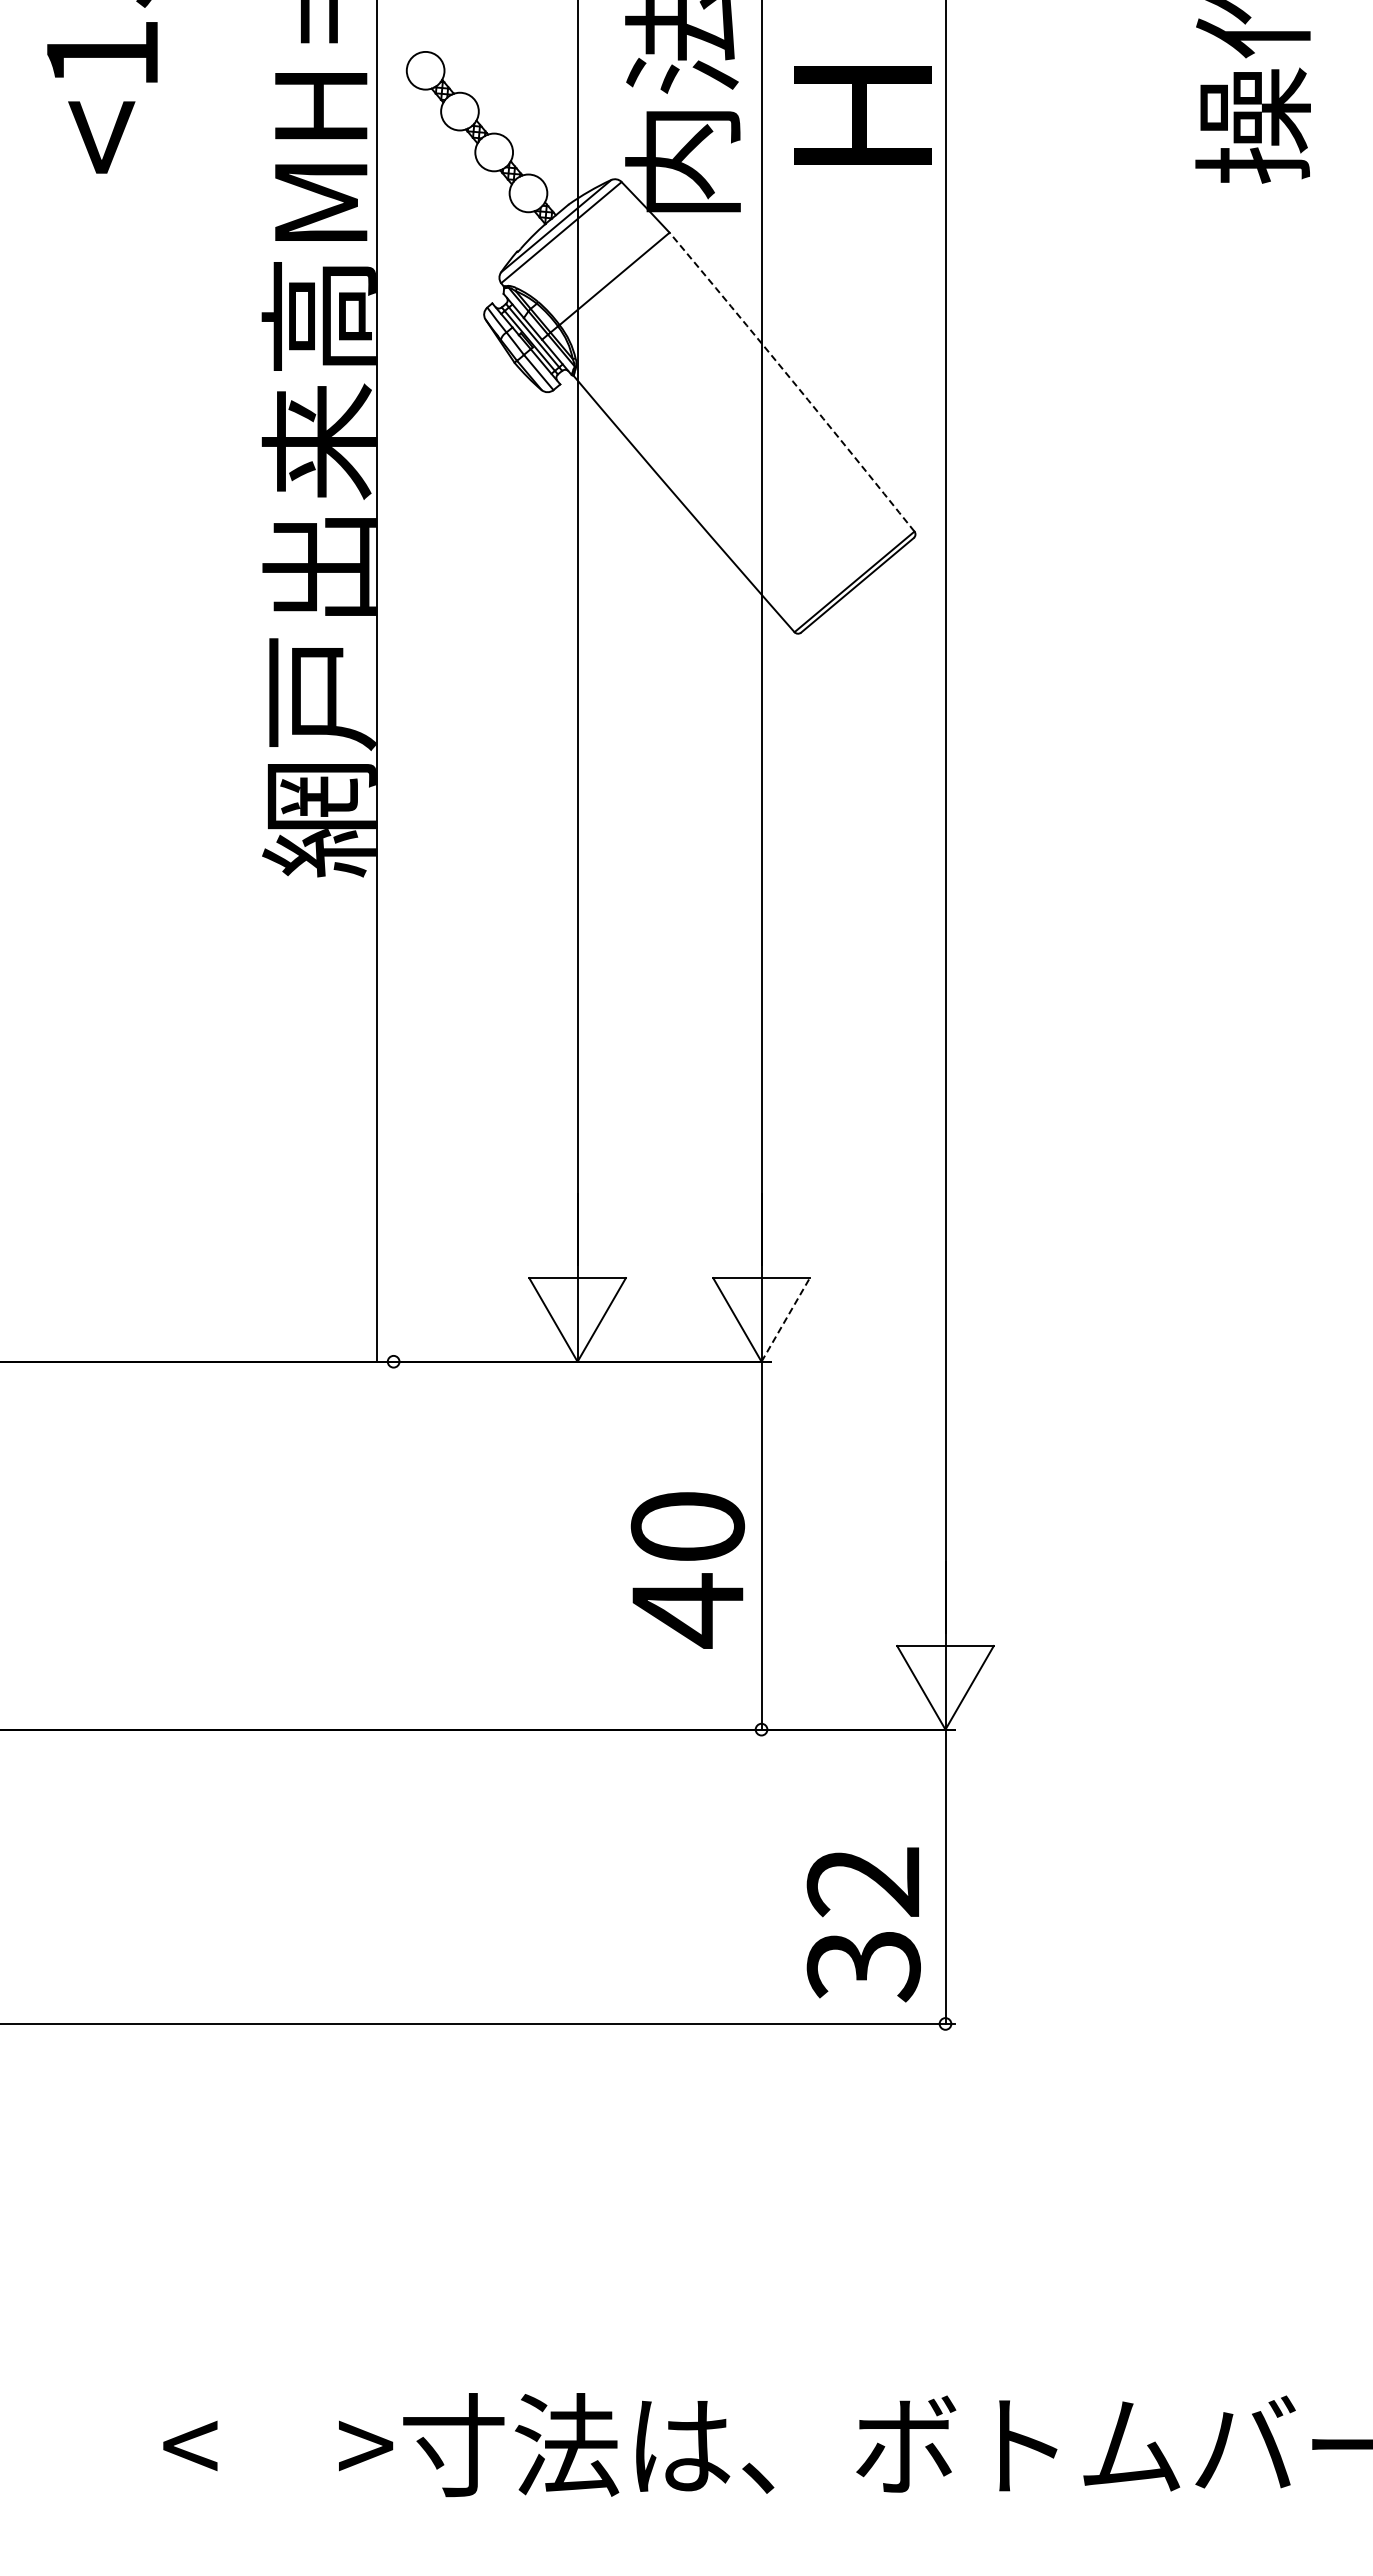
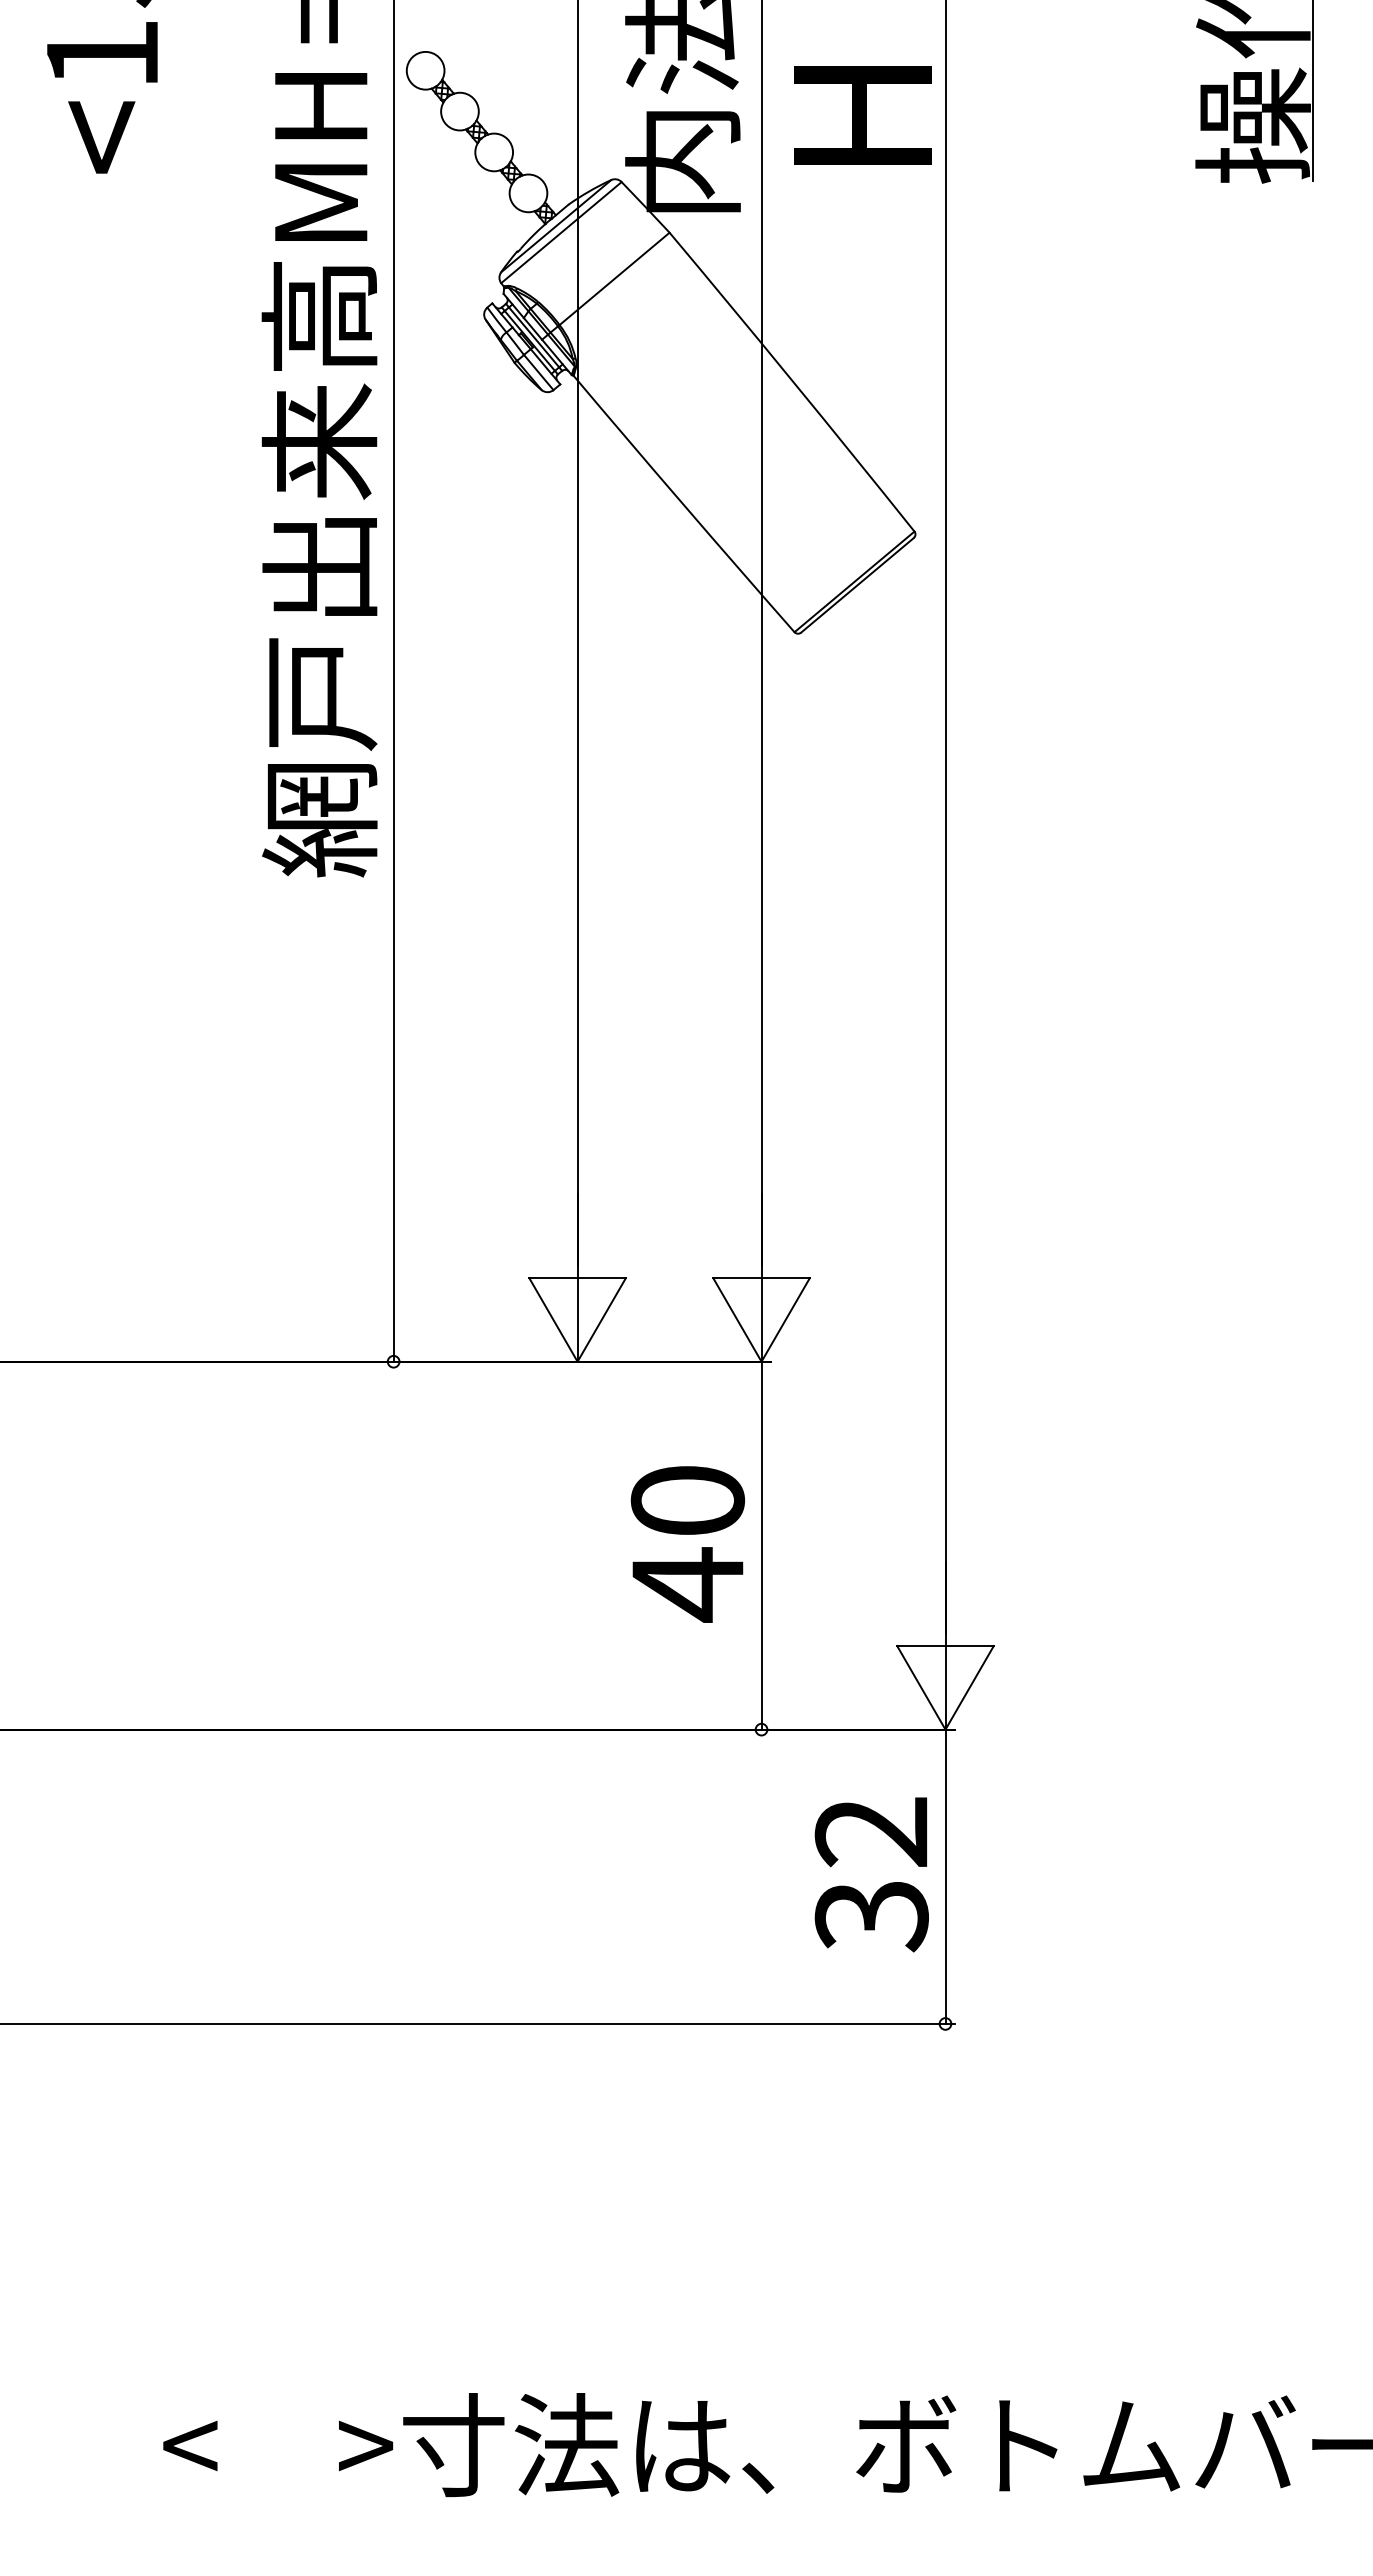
line at (1313, 91): none -> present
arc at (792, 381): dashed -> solid
line at (376, 681) position: (376, 681) -> (393, 681)
line at (785, 1319): dashed -> solid
text at (687, 1570) position: (687, 1570) -> (687, 1544)
text at (863, 1924) position: (863, 1924) -> (871, 1874)
